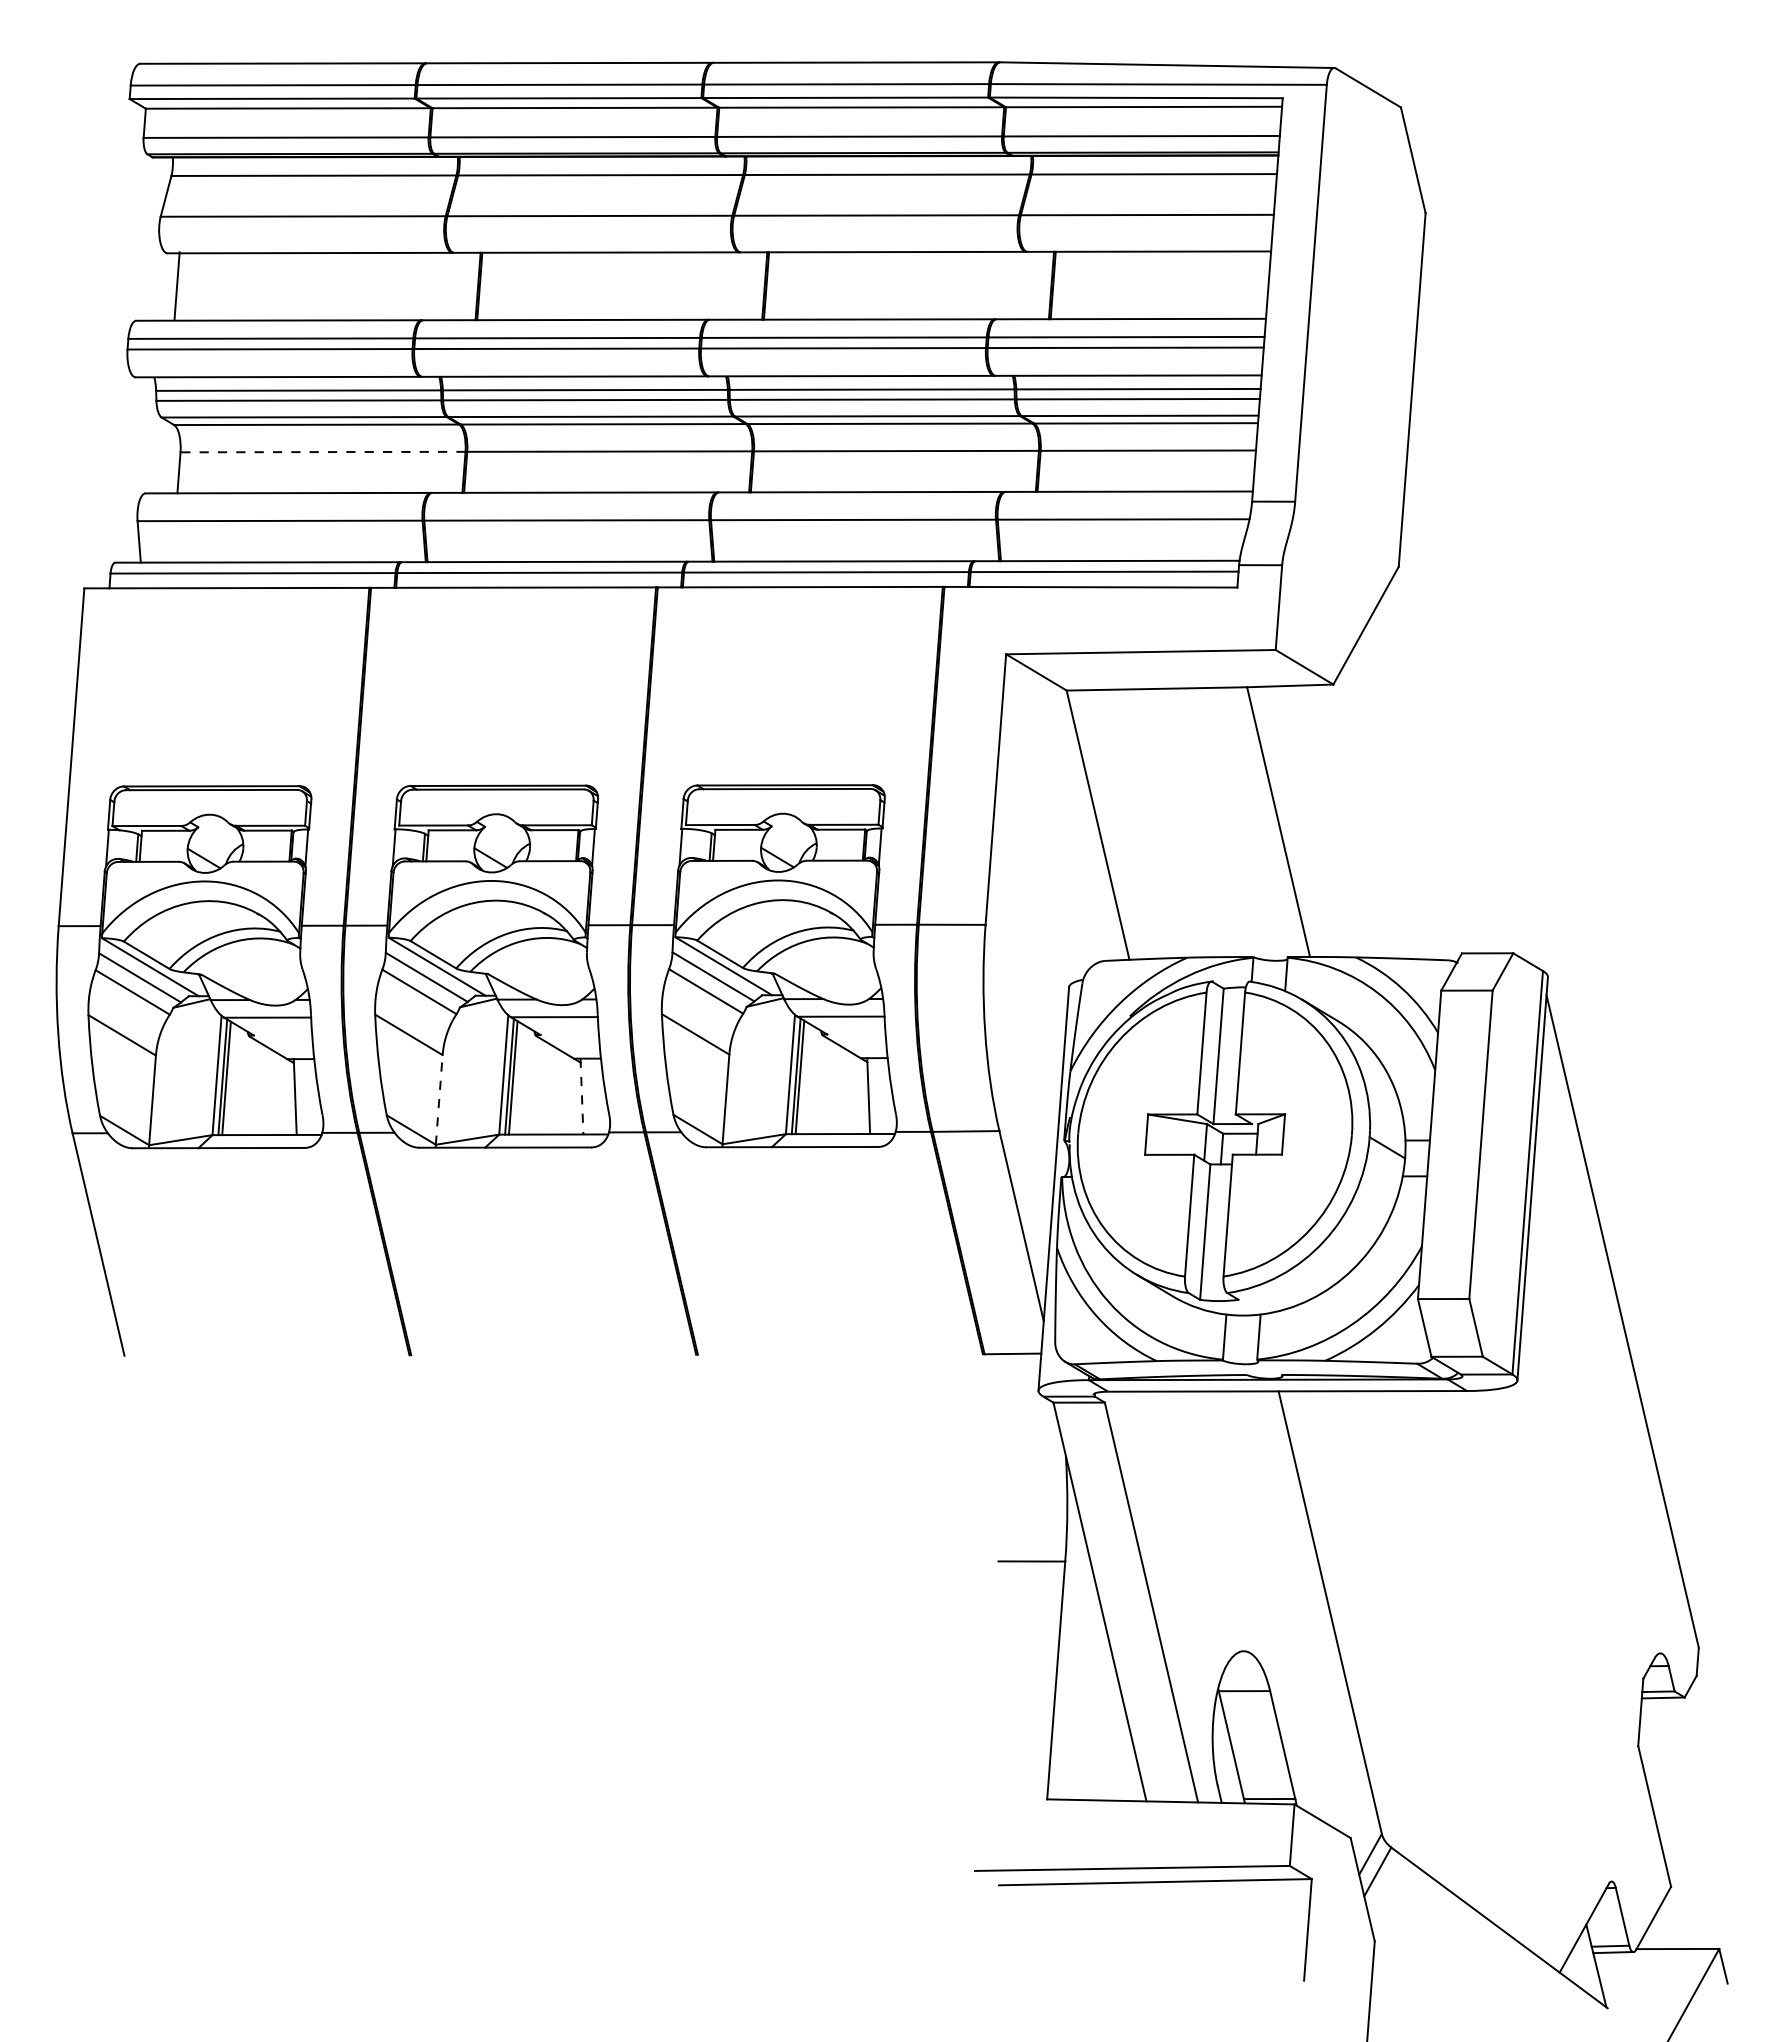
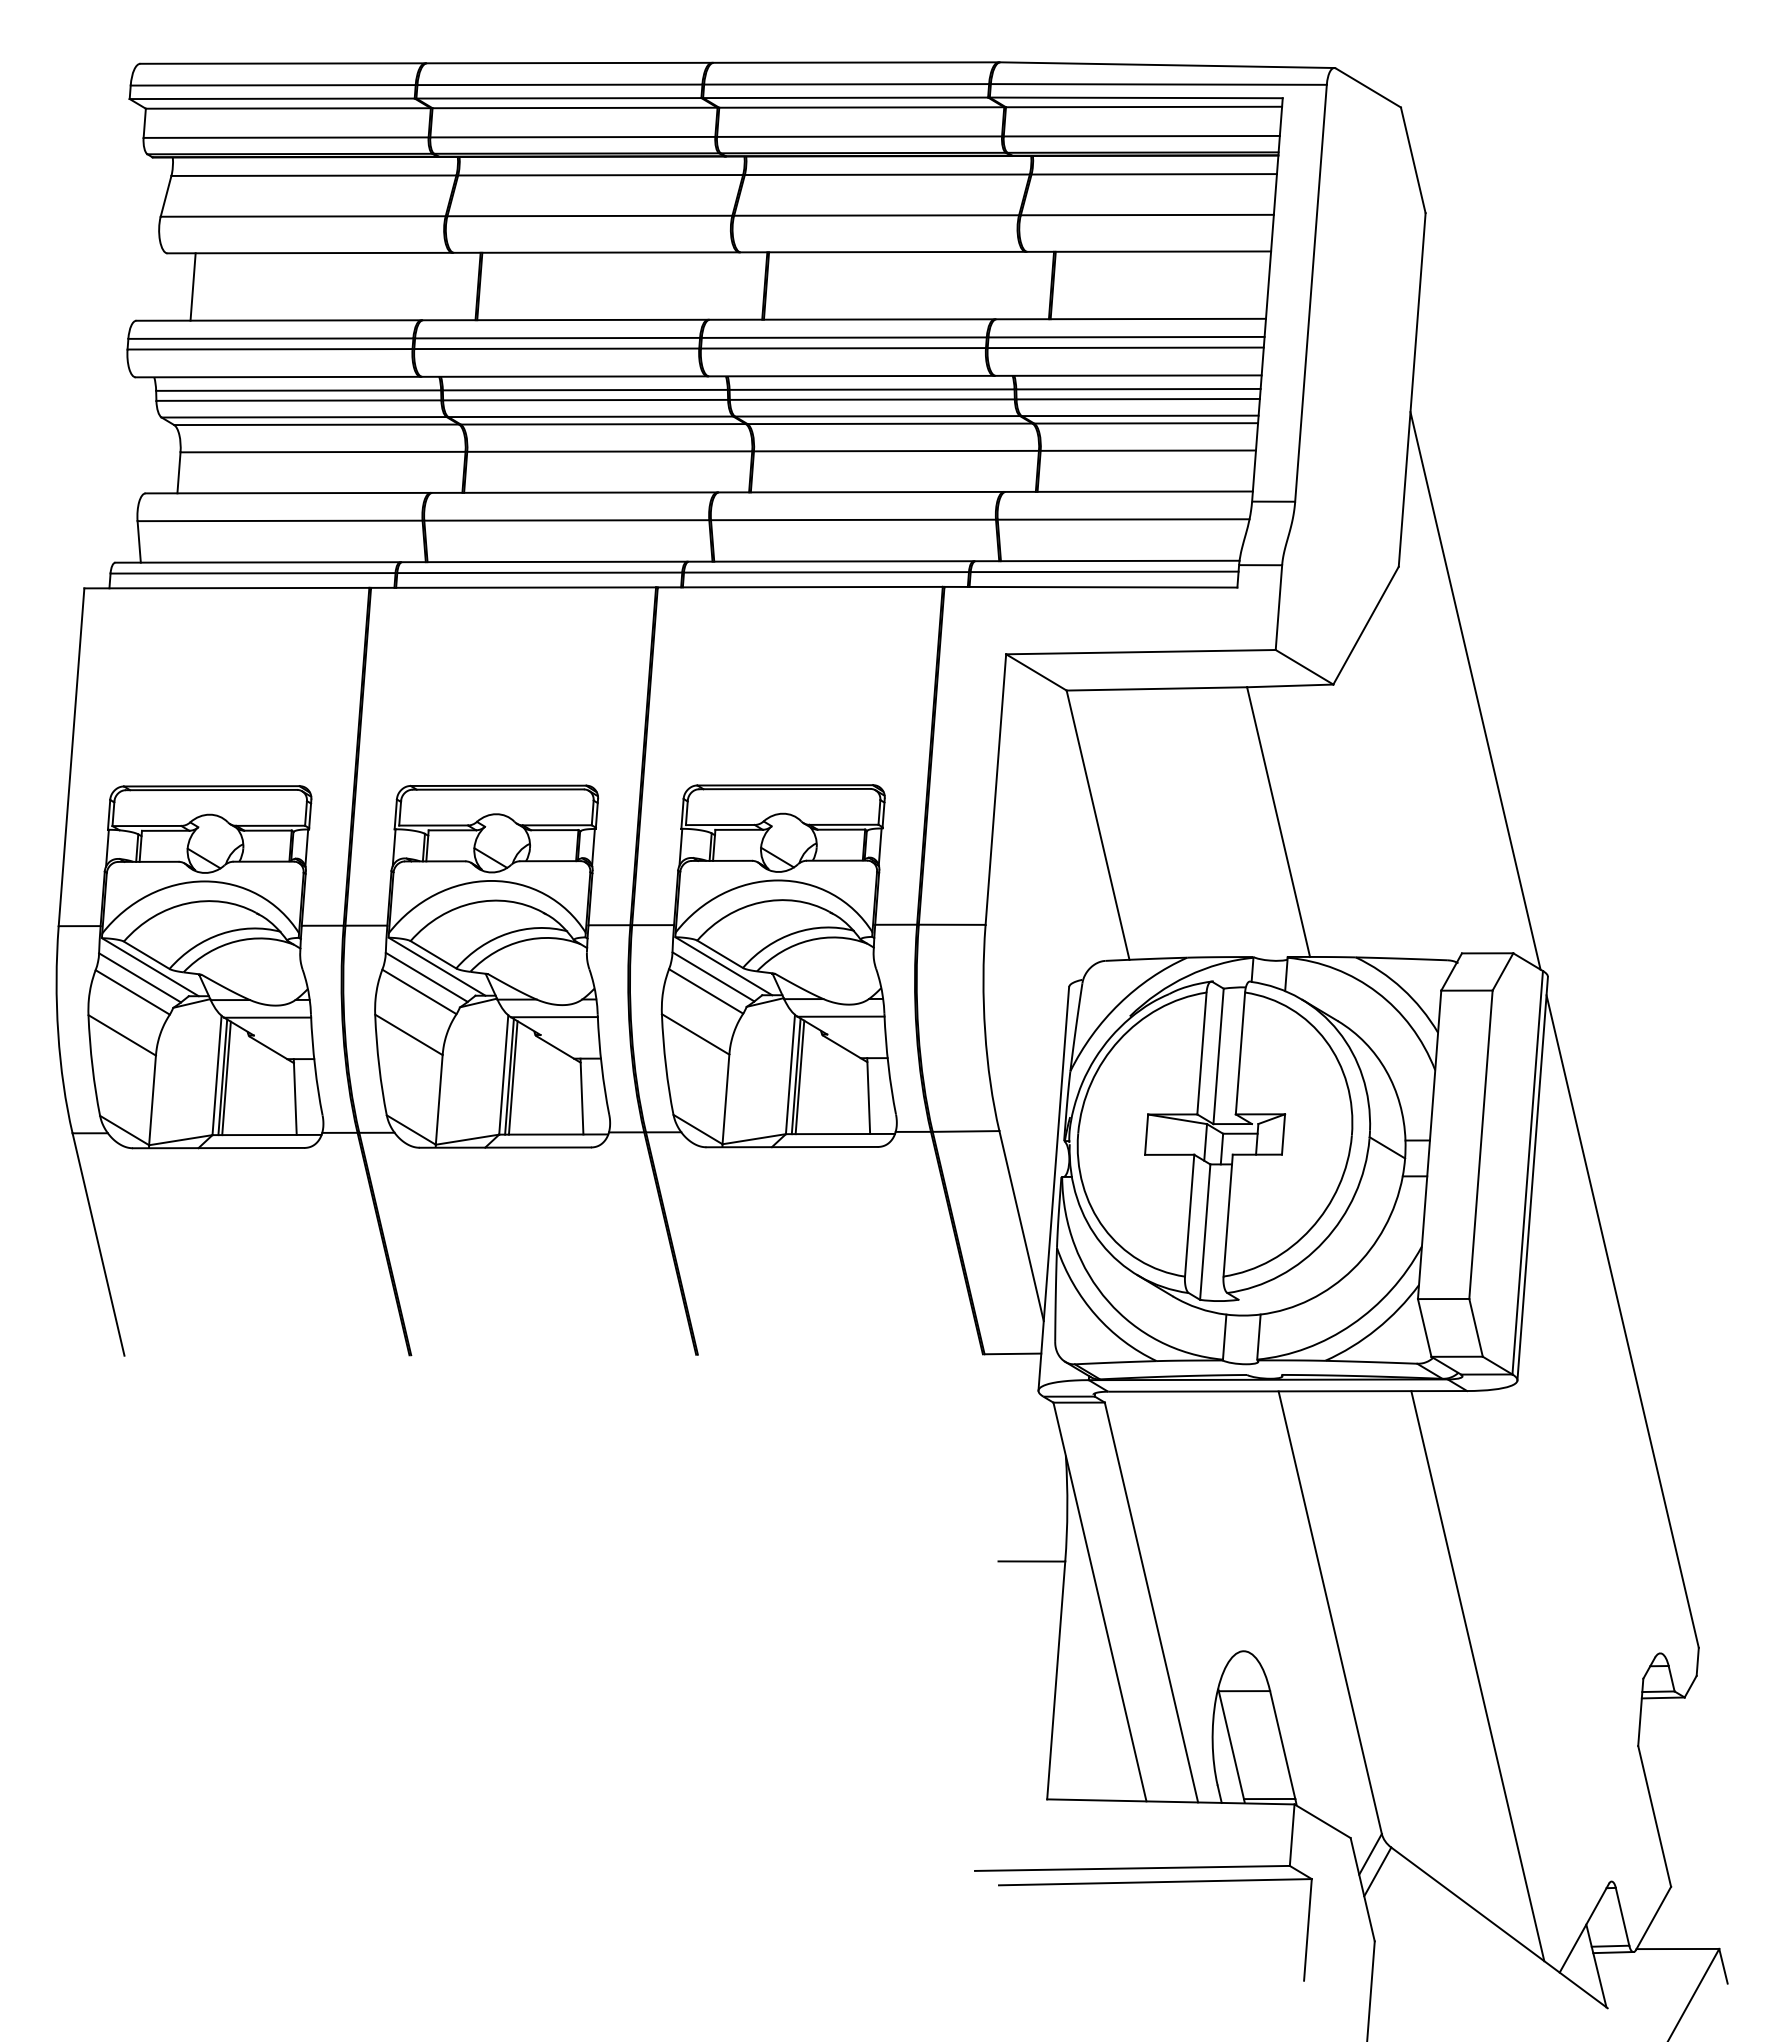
line at (176, 285) position: (176, 285) -> (192, 286)
line at (322, 452): dashed -> solid
line at (1475, 690): none -> present
line at (581, 1096): dashed -> solid
line at (439, 1099): dashed -> solid
line at (1477, 1676): none -> present
